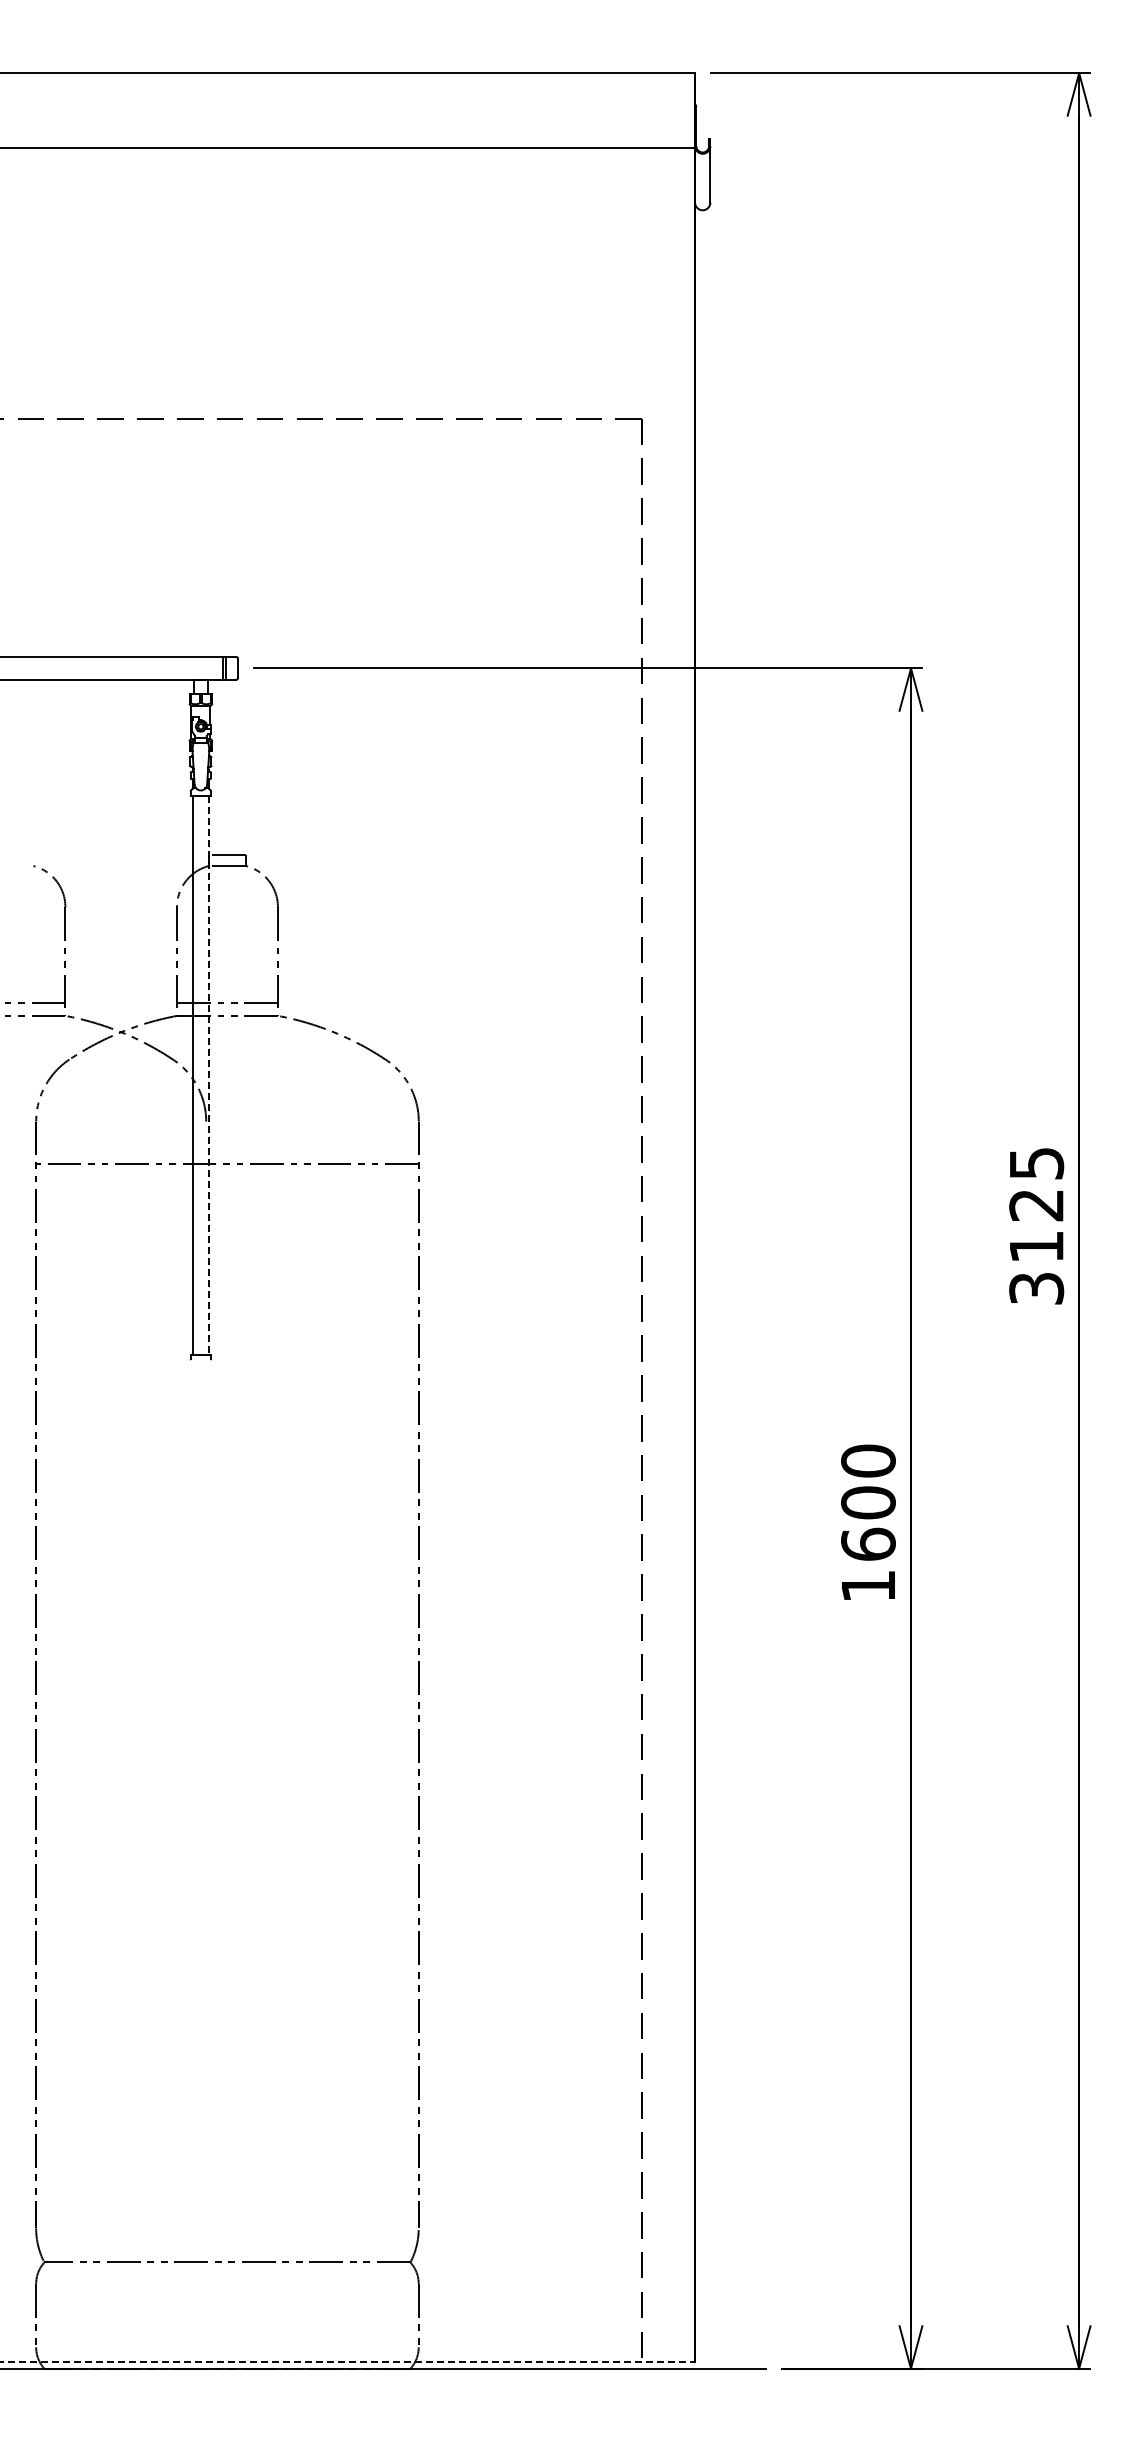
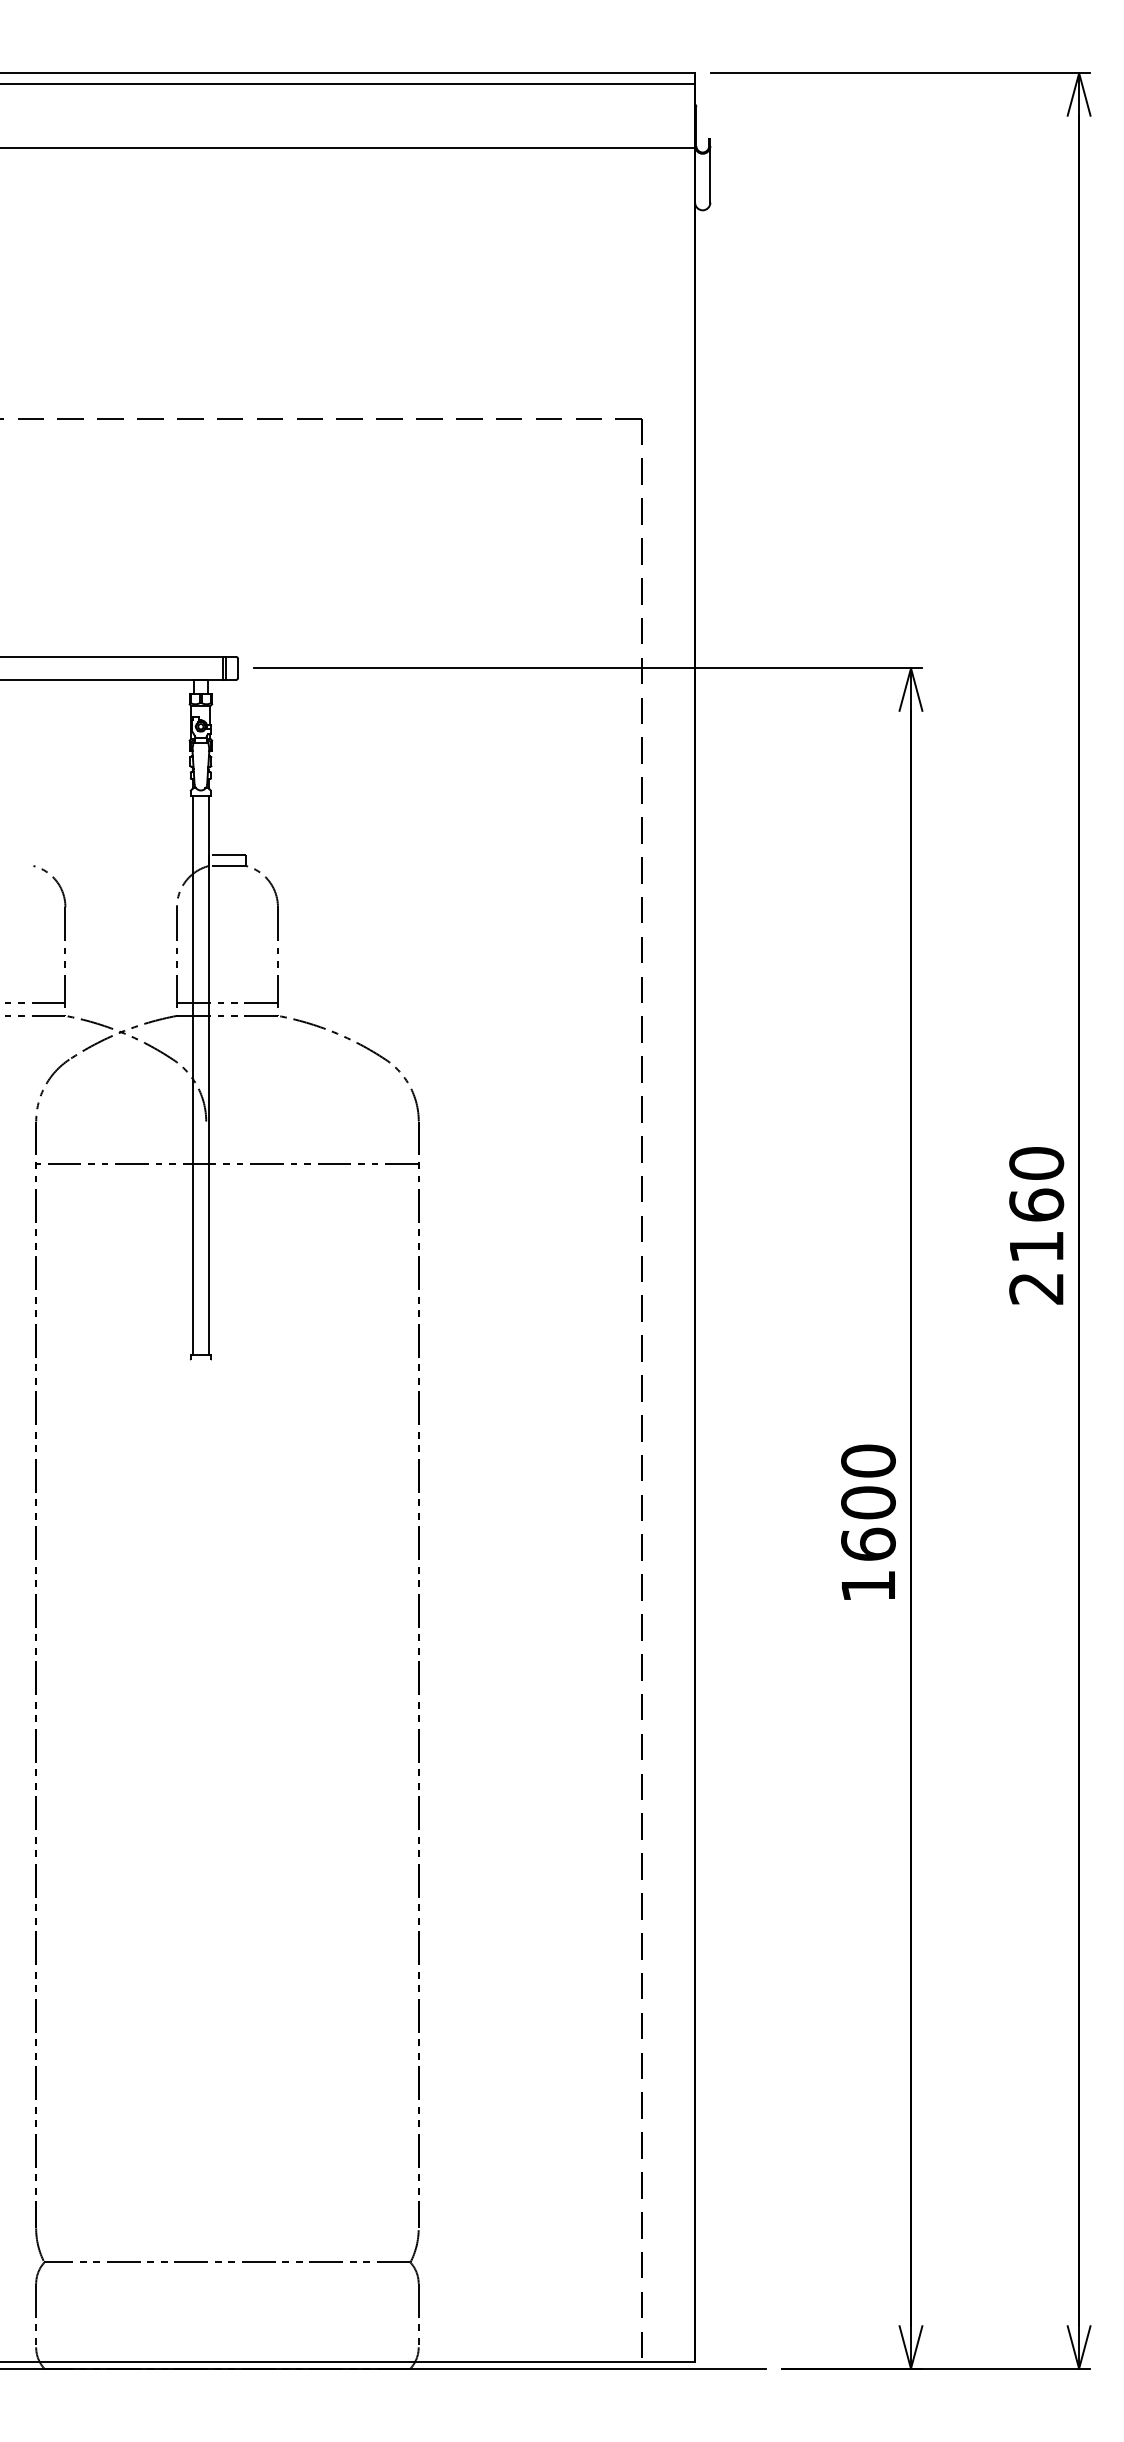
line at (348, 83): none -> present
line at (209, 1075): dashed -> solid
text at (1036, 1225): 3125 -> 2160
line at (348, 2362): dashed -> solid
